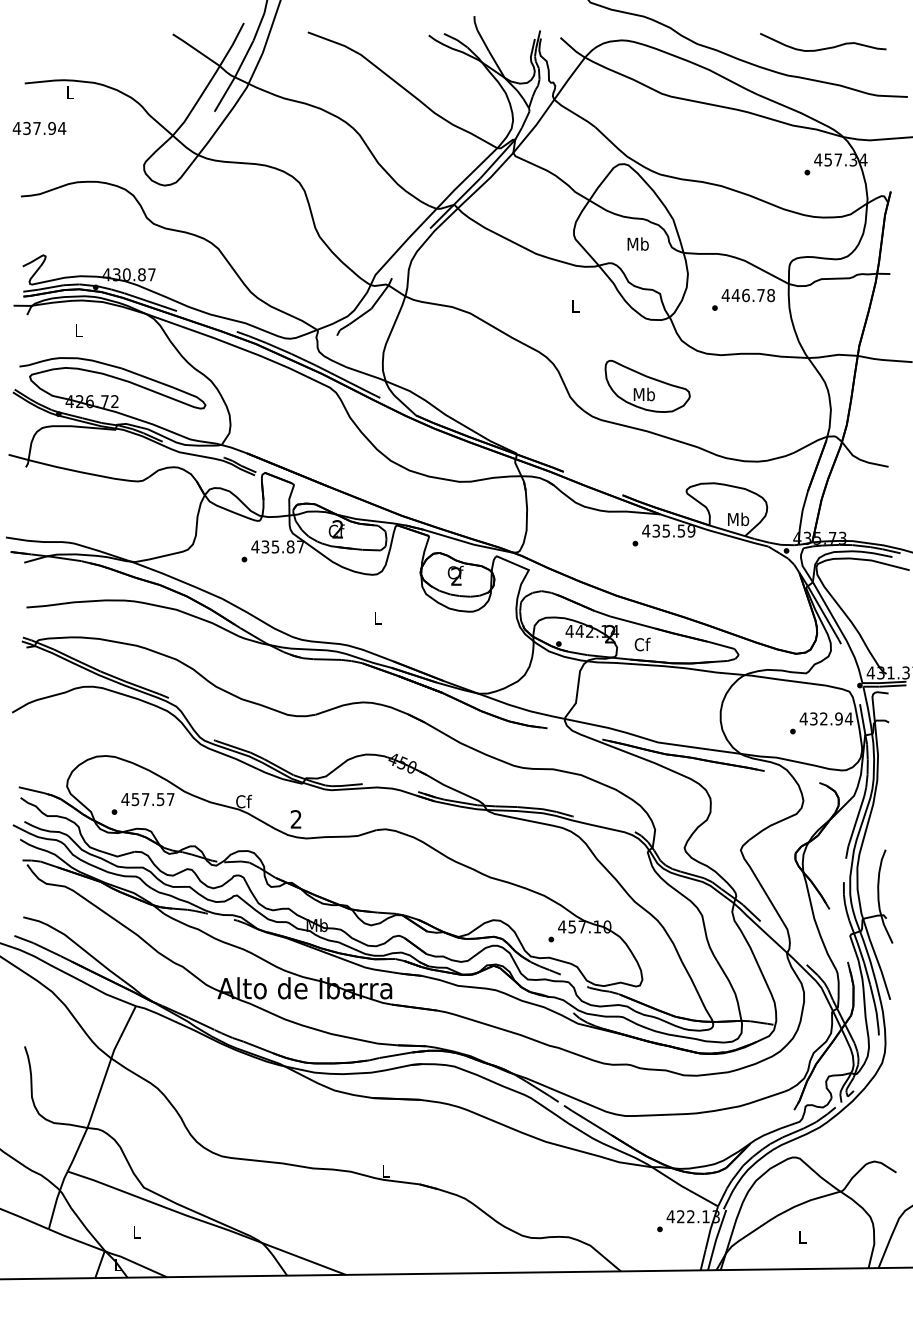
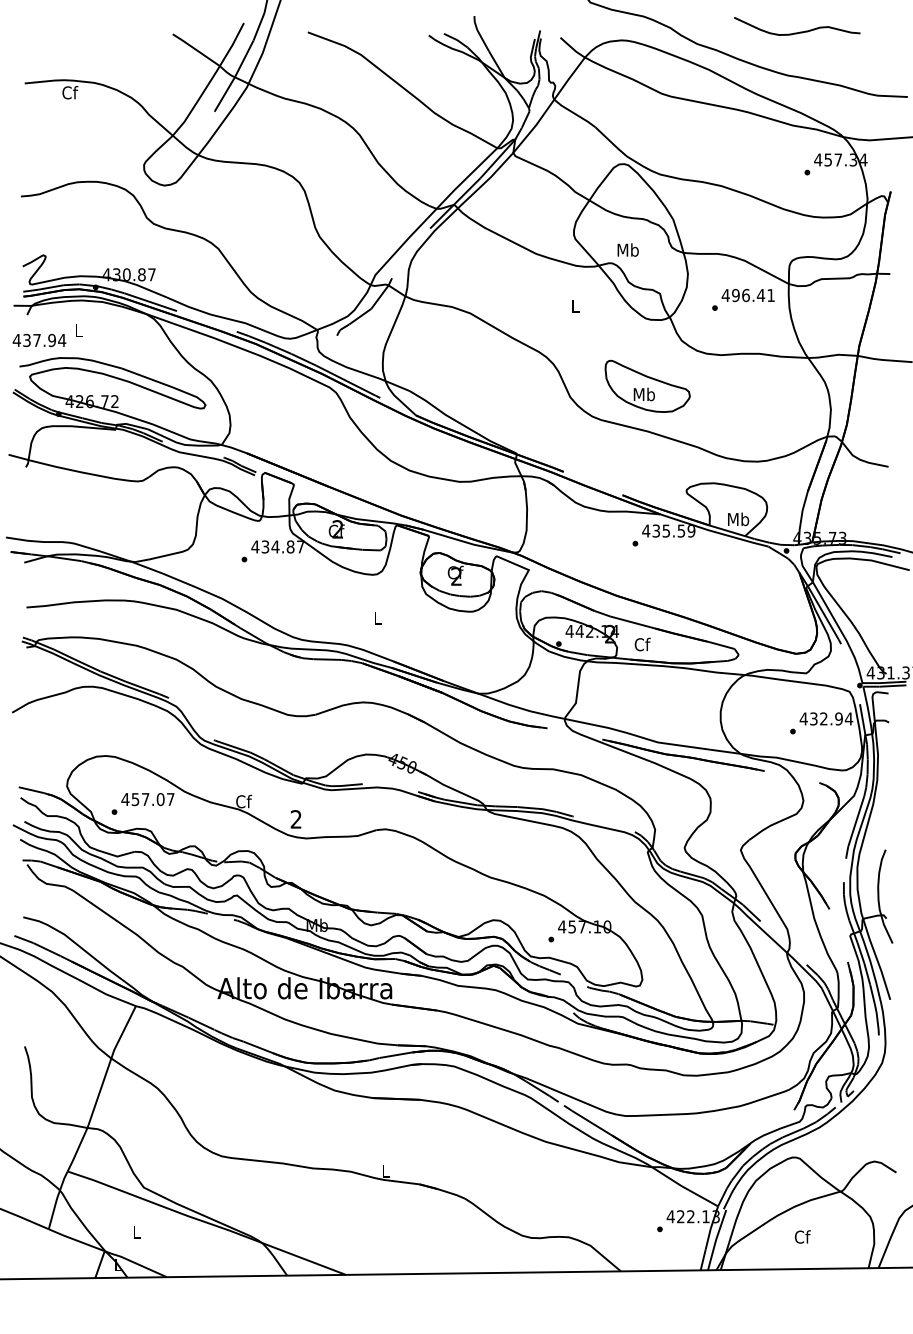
curve at (825, 47) position: (825, 47) -> (799, 31)
text at (70, 92): L -> Cf
text at (39, 128) position: (39, 128) -> (39, 340)
text at (637, 243) position: (637, 243) -> (627, 249)
text at (752, 295): 446.78 -> 496.41
text at (275, 546): 435.87 -> 434.87
text at (160, 799): 457.57 -> 457.07
text at (802, 1236): L -> Cf
